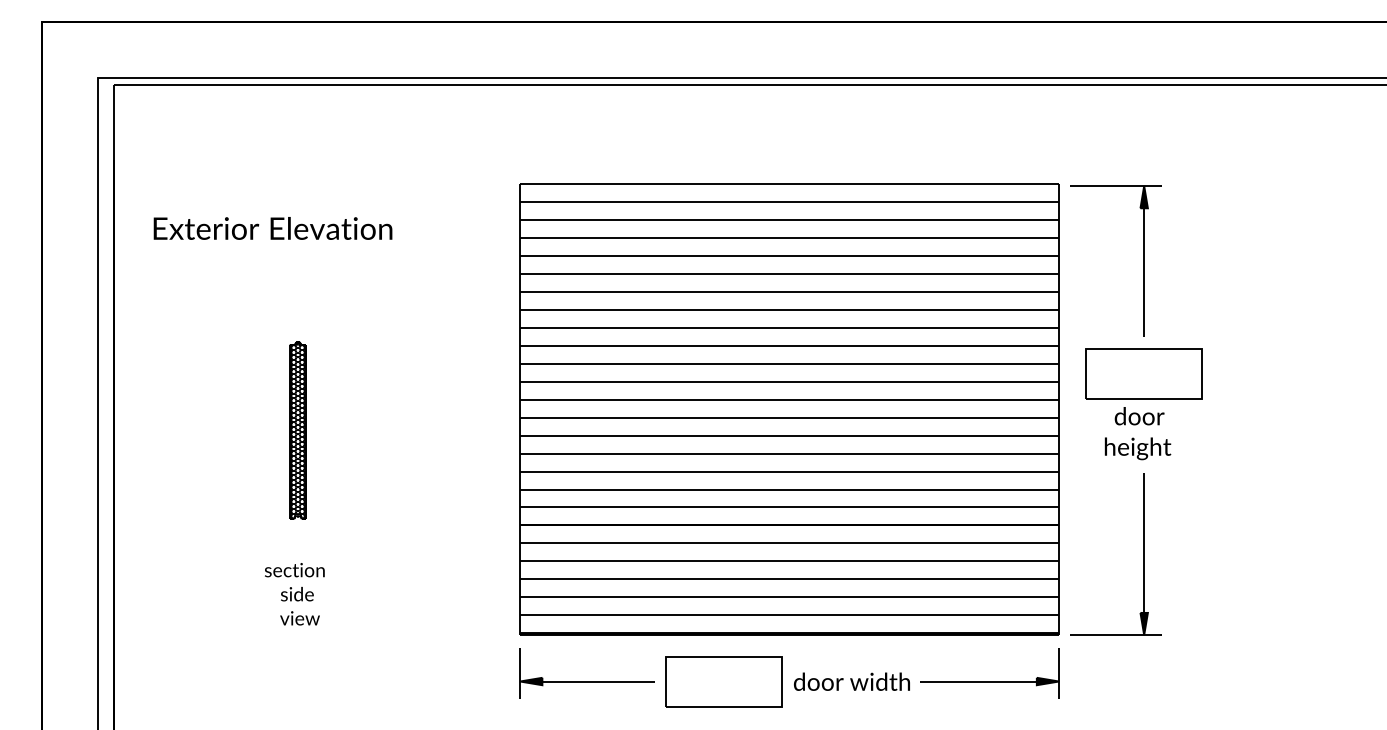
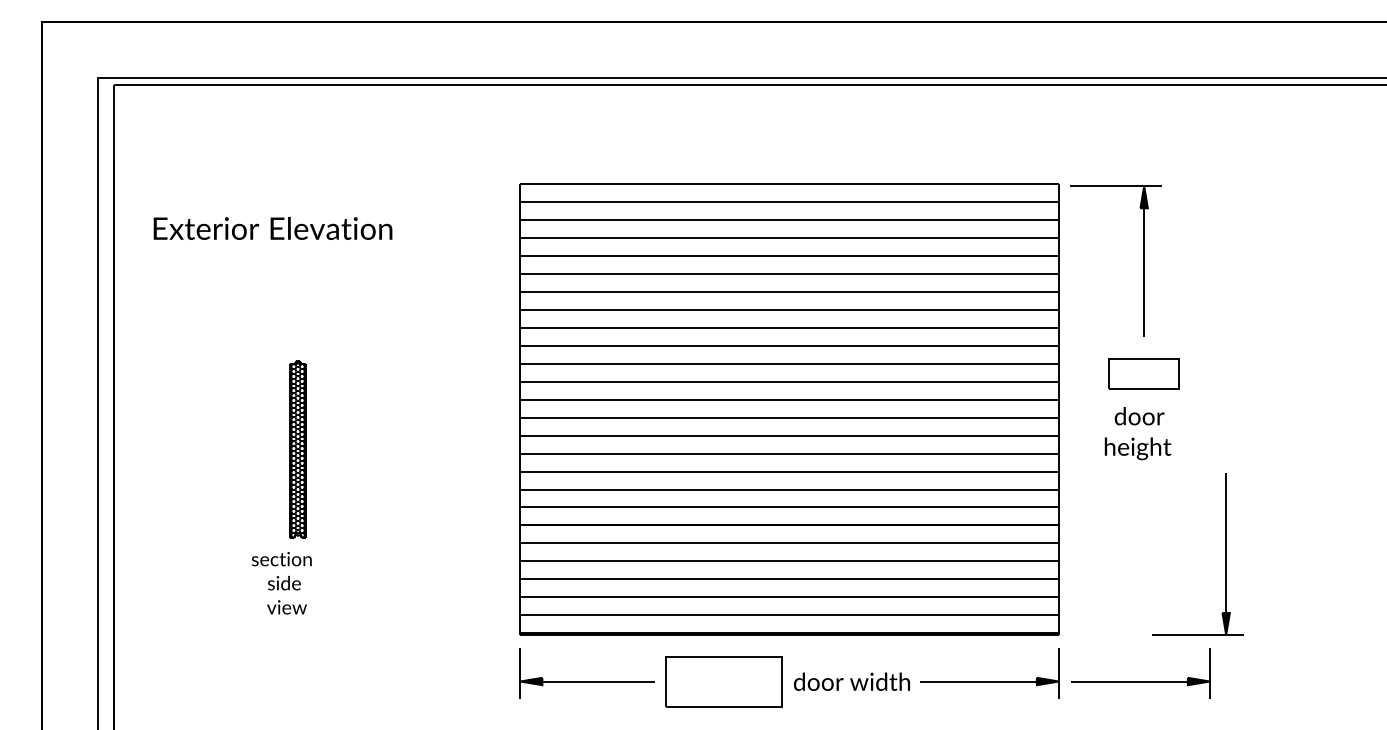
part at (1143, 373) size: 118x52 px -> 72x32 px
part at (297, 430) position: (297, 430) -> (297, 449)
part at (1143, 554) position: (1143, 554) -> (1225, 554)
text at (294, 594) position: (294, 594) -> (281, 583)
part at (1140, 681): none -> present
